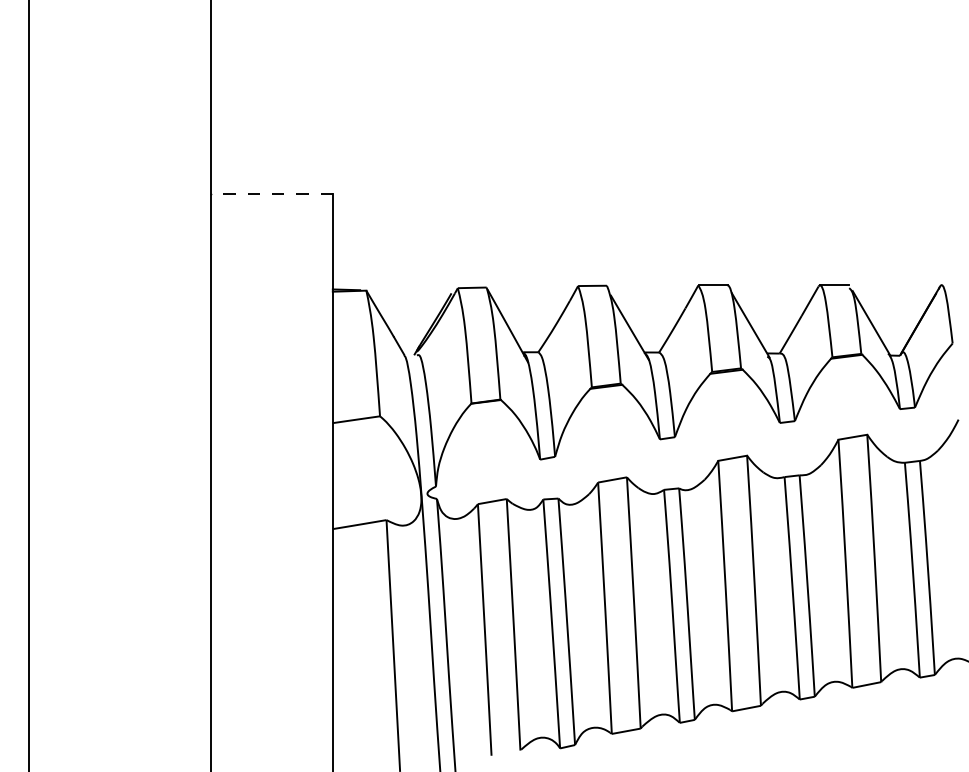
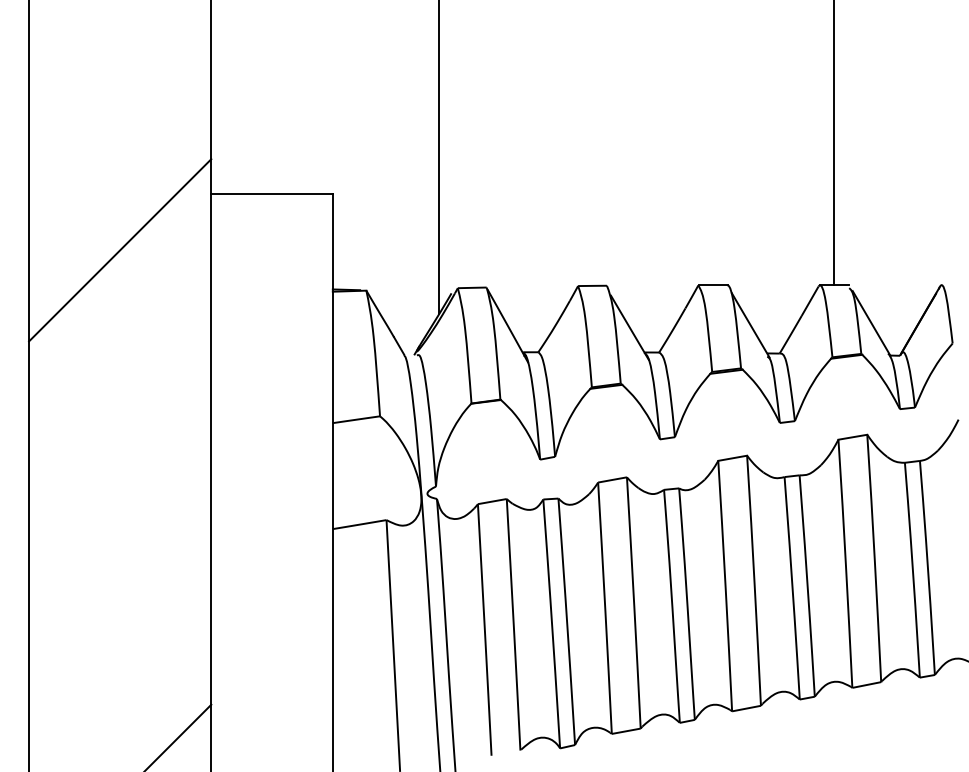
line at (833, 143): none -> present
line at (438, 158): none -> present
line at (272, 194): dashed -> solid
line at (120, 250): none -> present
line at (179, 736): none -> present
